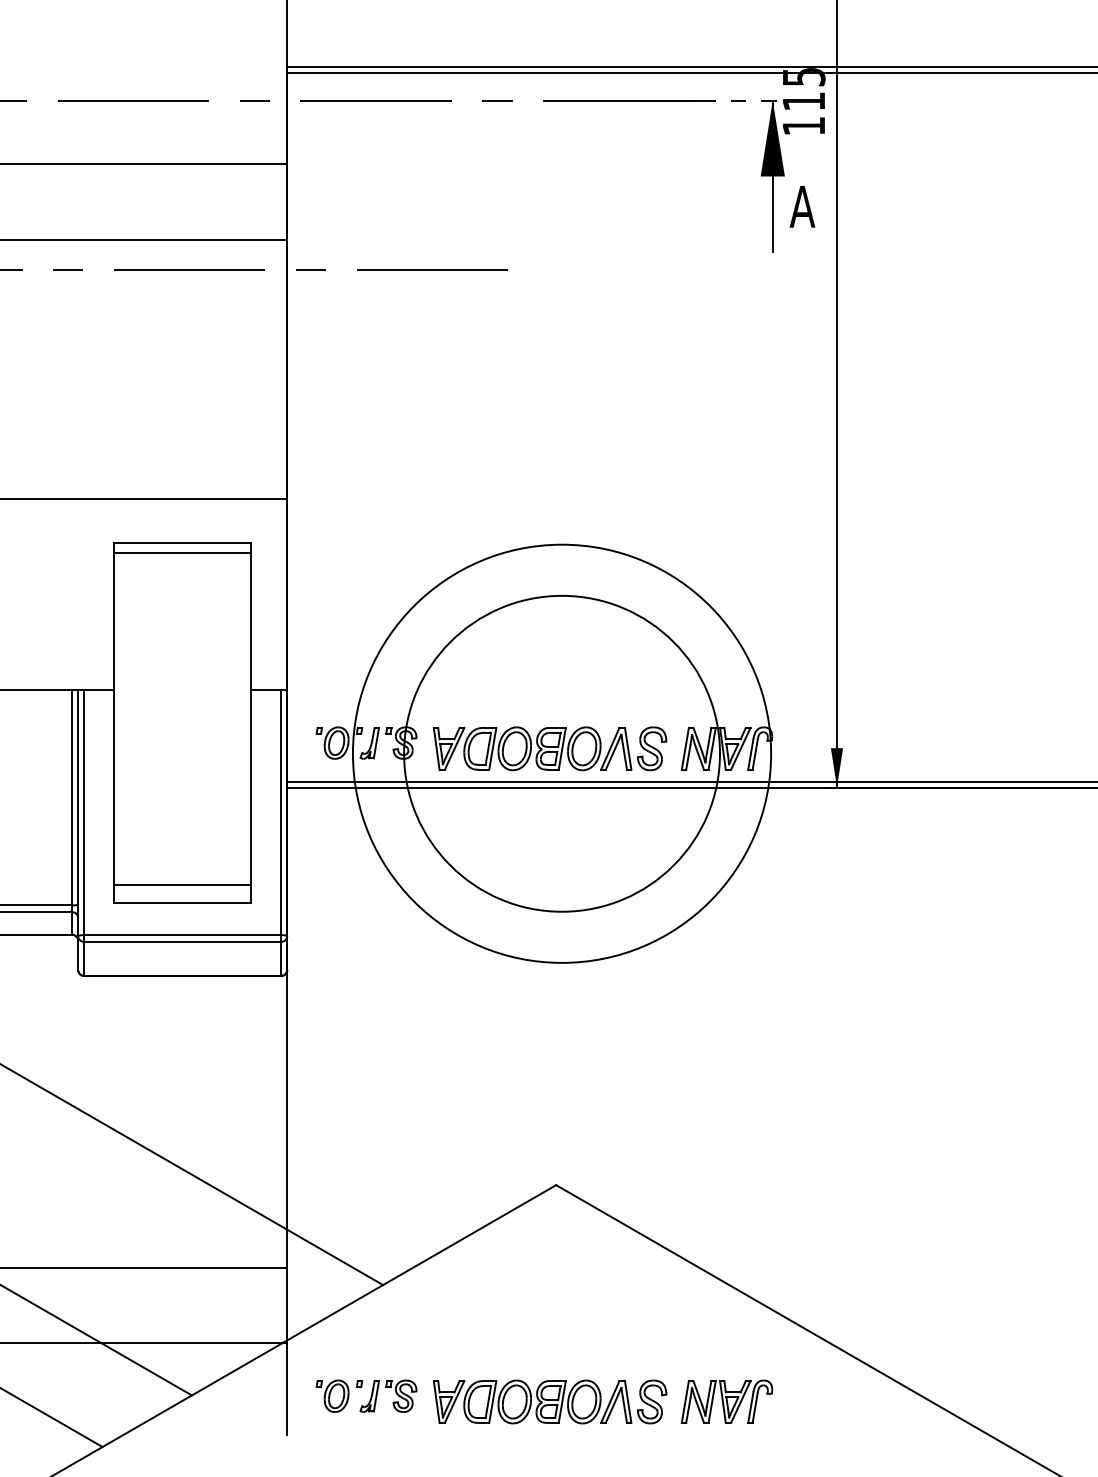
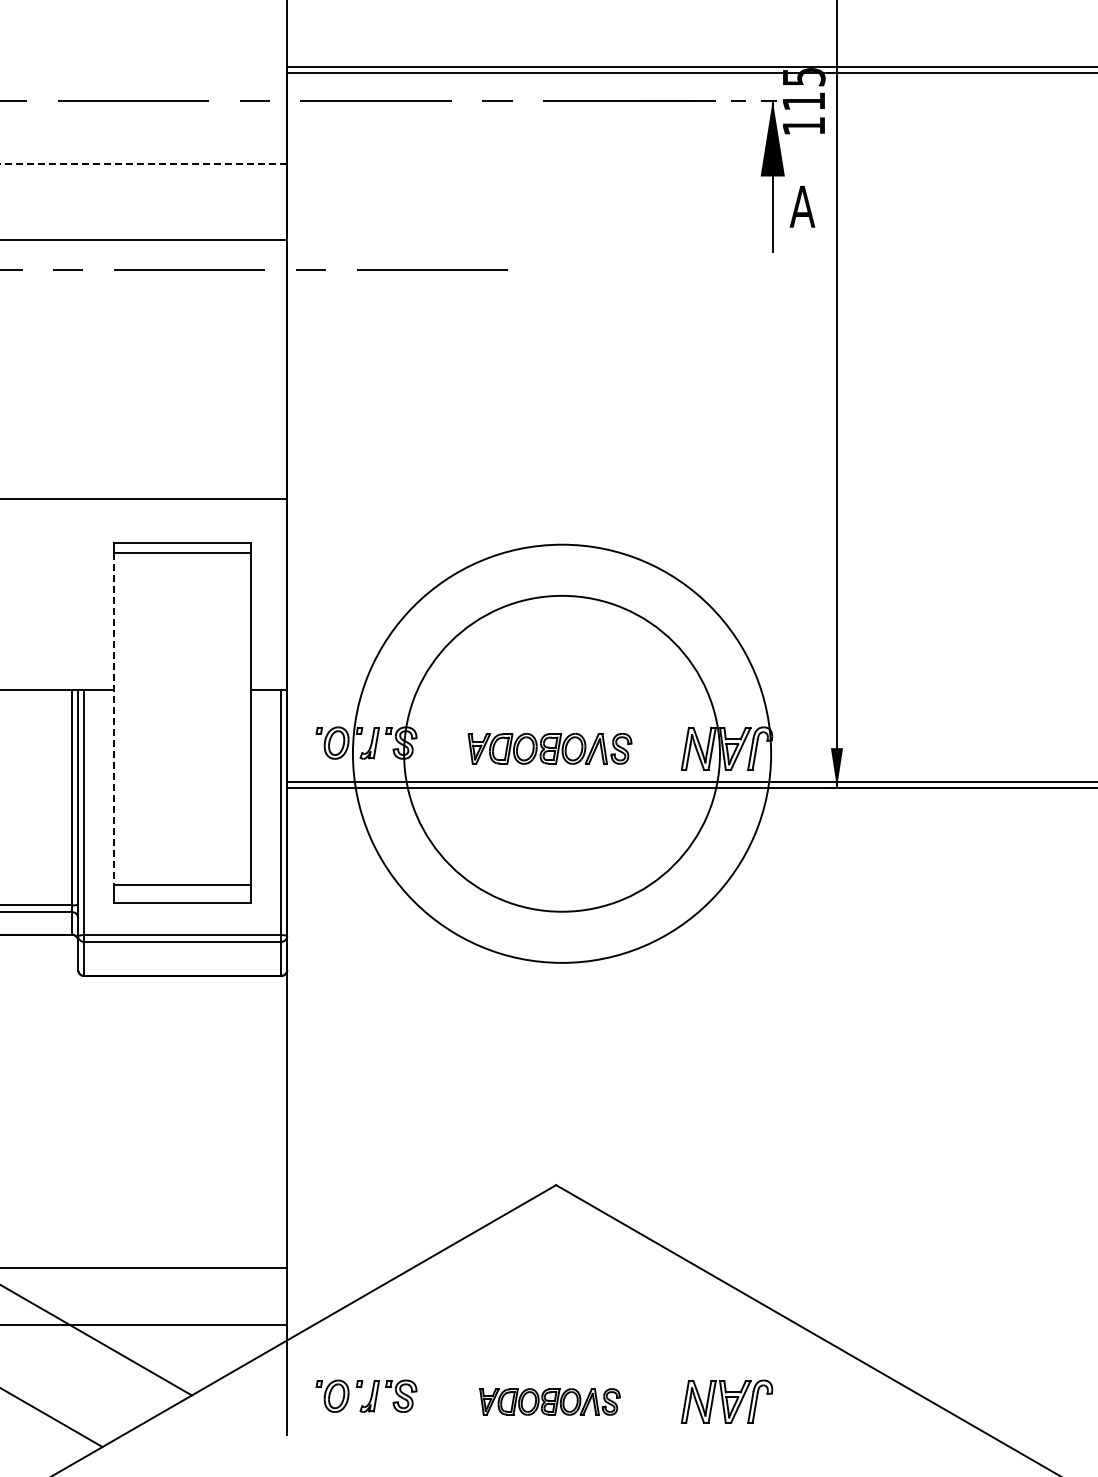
line at (143, 164): solid -> dashed
line at (113, 719): solid -> dashed
part at (549, 748) size: 236x46 px -> 166x32 px
line at (192, 1175): present -> none
line at (144, 1343) position: (144, 1343) -> (144, 1325)
part at (549, 1401) size: 236x46 px -> 142x28 px
